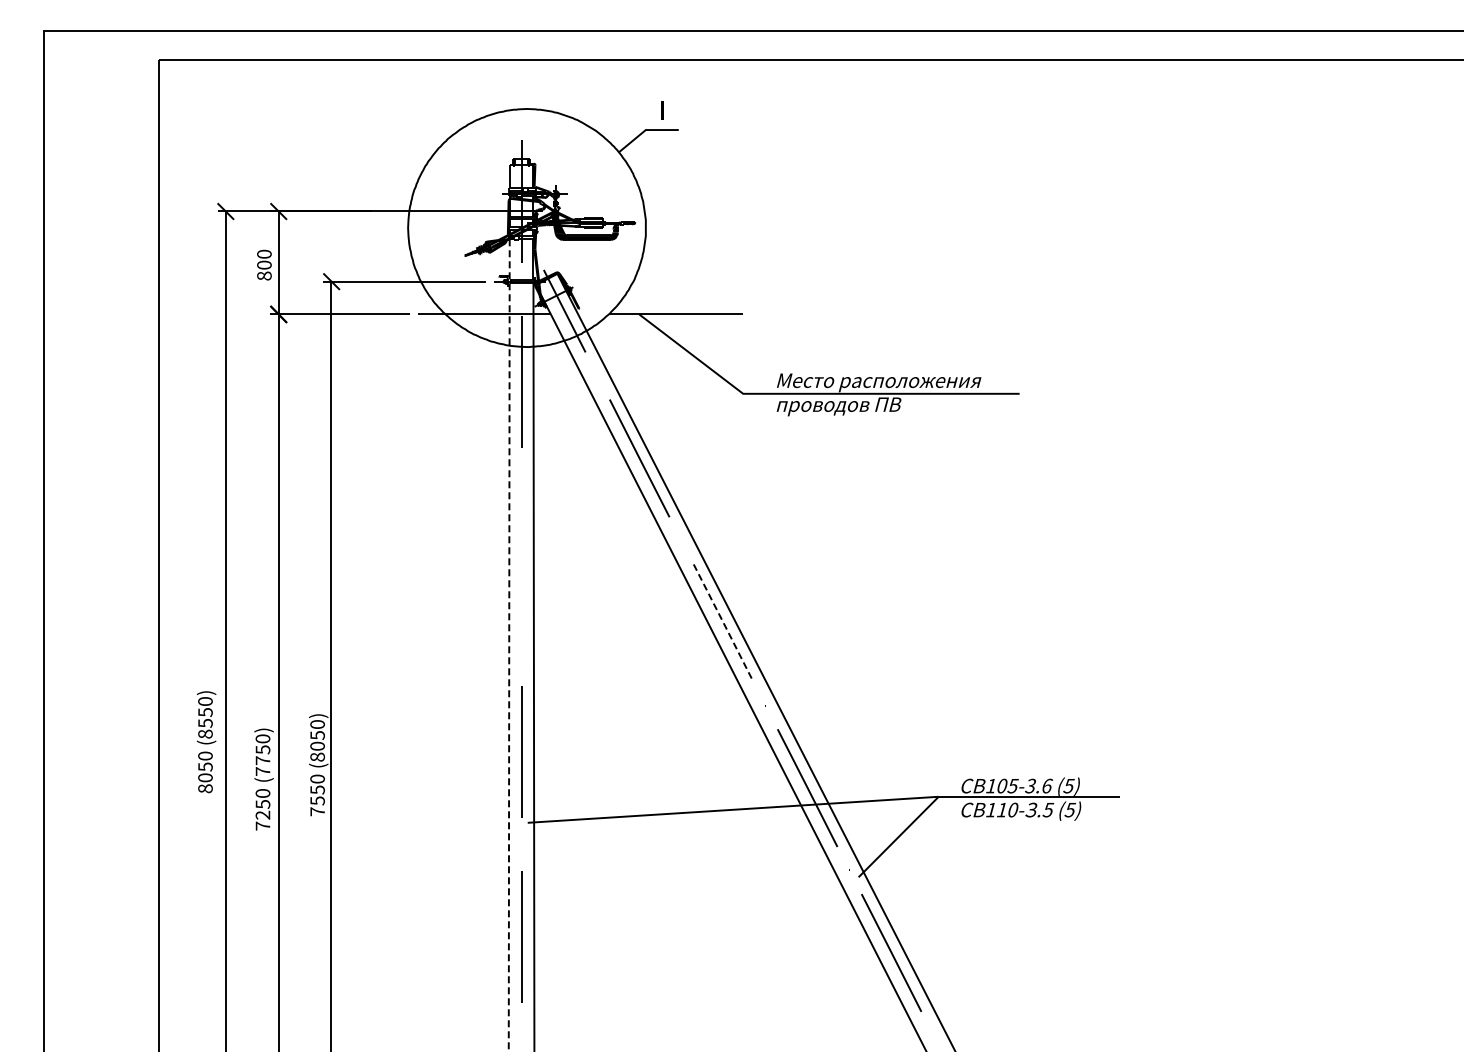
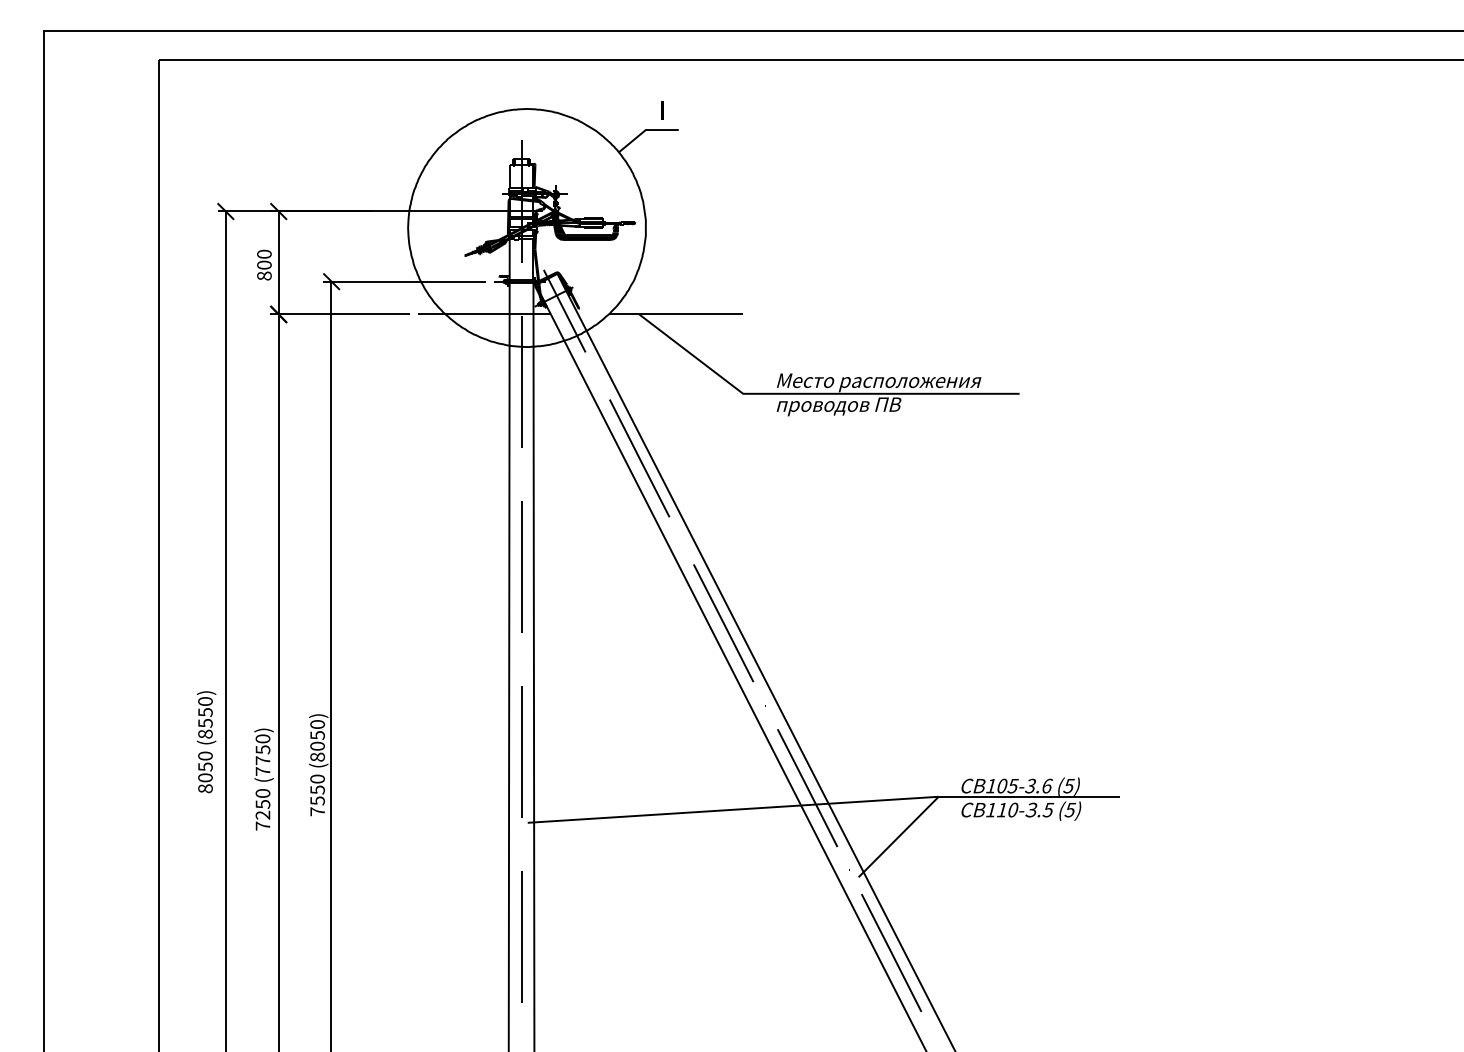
line at (521, 566): none -> present
line at (723, 623): dashed -> solid
line at (509, 645): dashed -> solid
